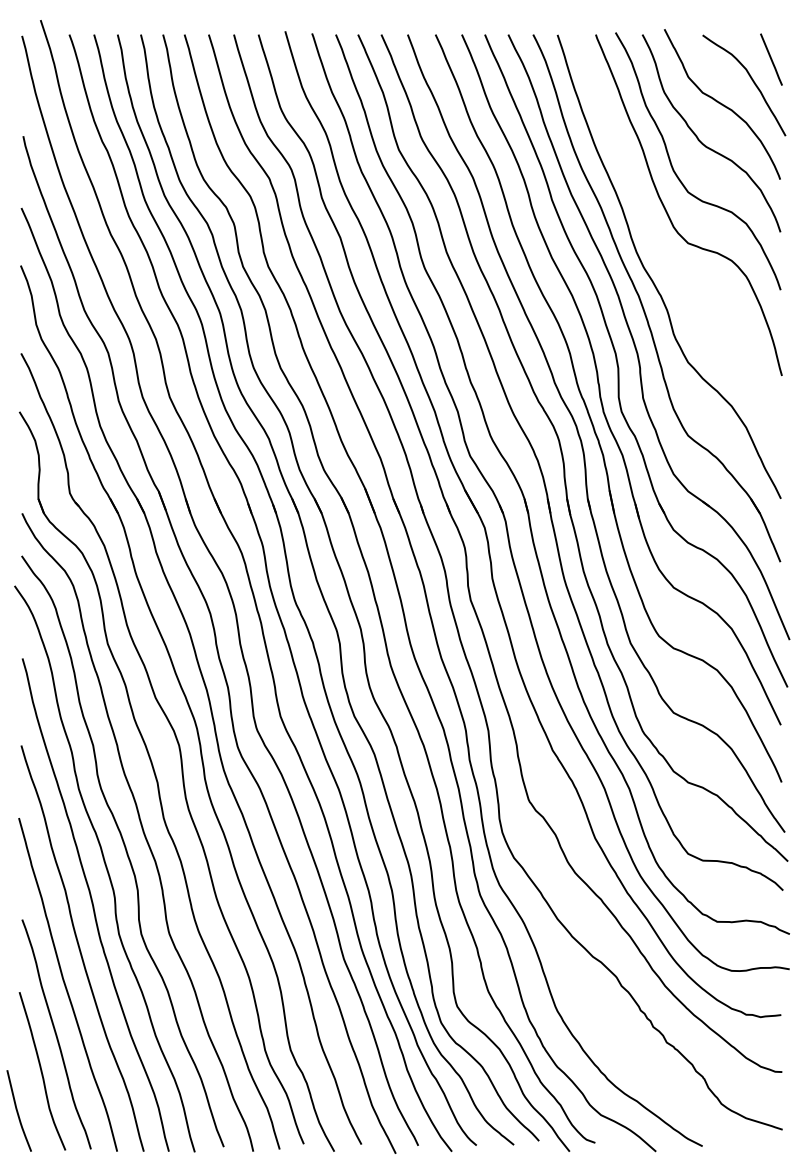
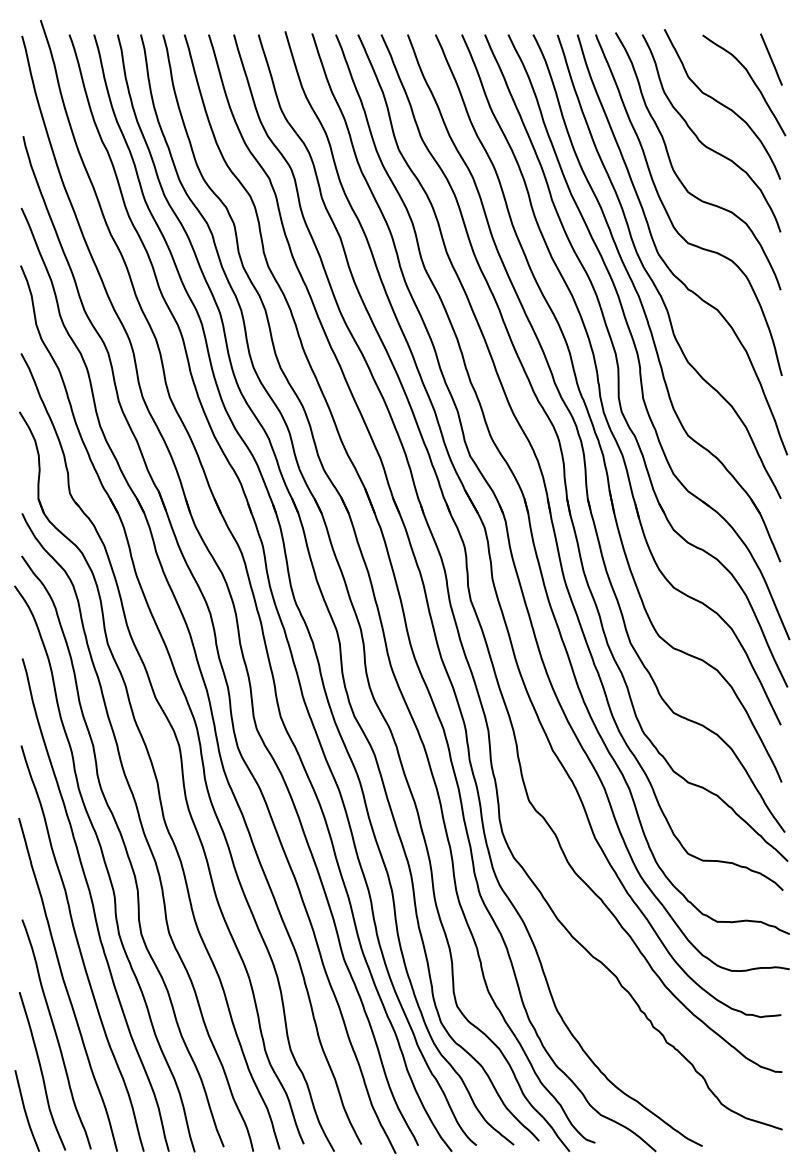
curve at (664, 260): none -> present
curve at (17, 1110) position: (17, 1110) -> (25, 1110)
